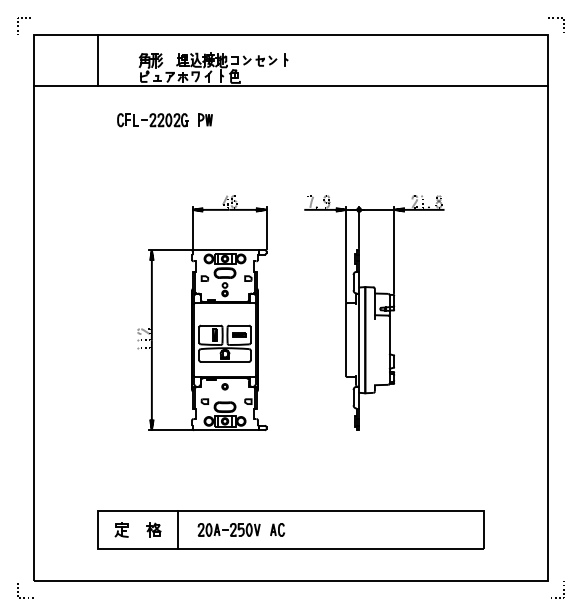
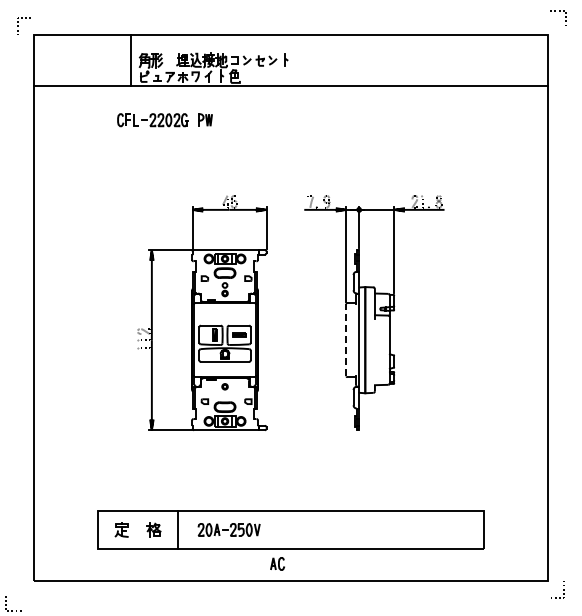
line at (557, 18) position: (557, 18) -> (559, 11)
line at (97, 60) position: (97, 60) -> (130, 60)
line at (346, 339): solid -> dashed
part at (277, 529) position: (277, 529) -> (277, 563)
line at (18, 591) position: (18, 591) -> (6, 604)
